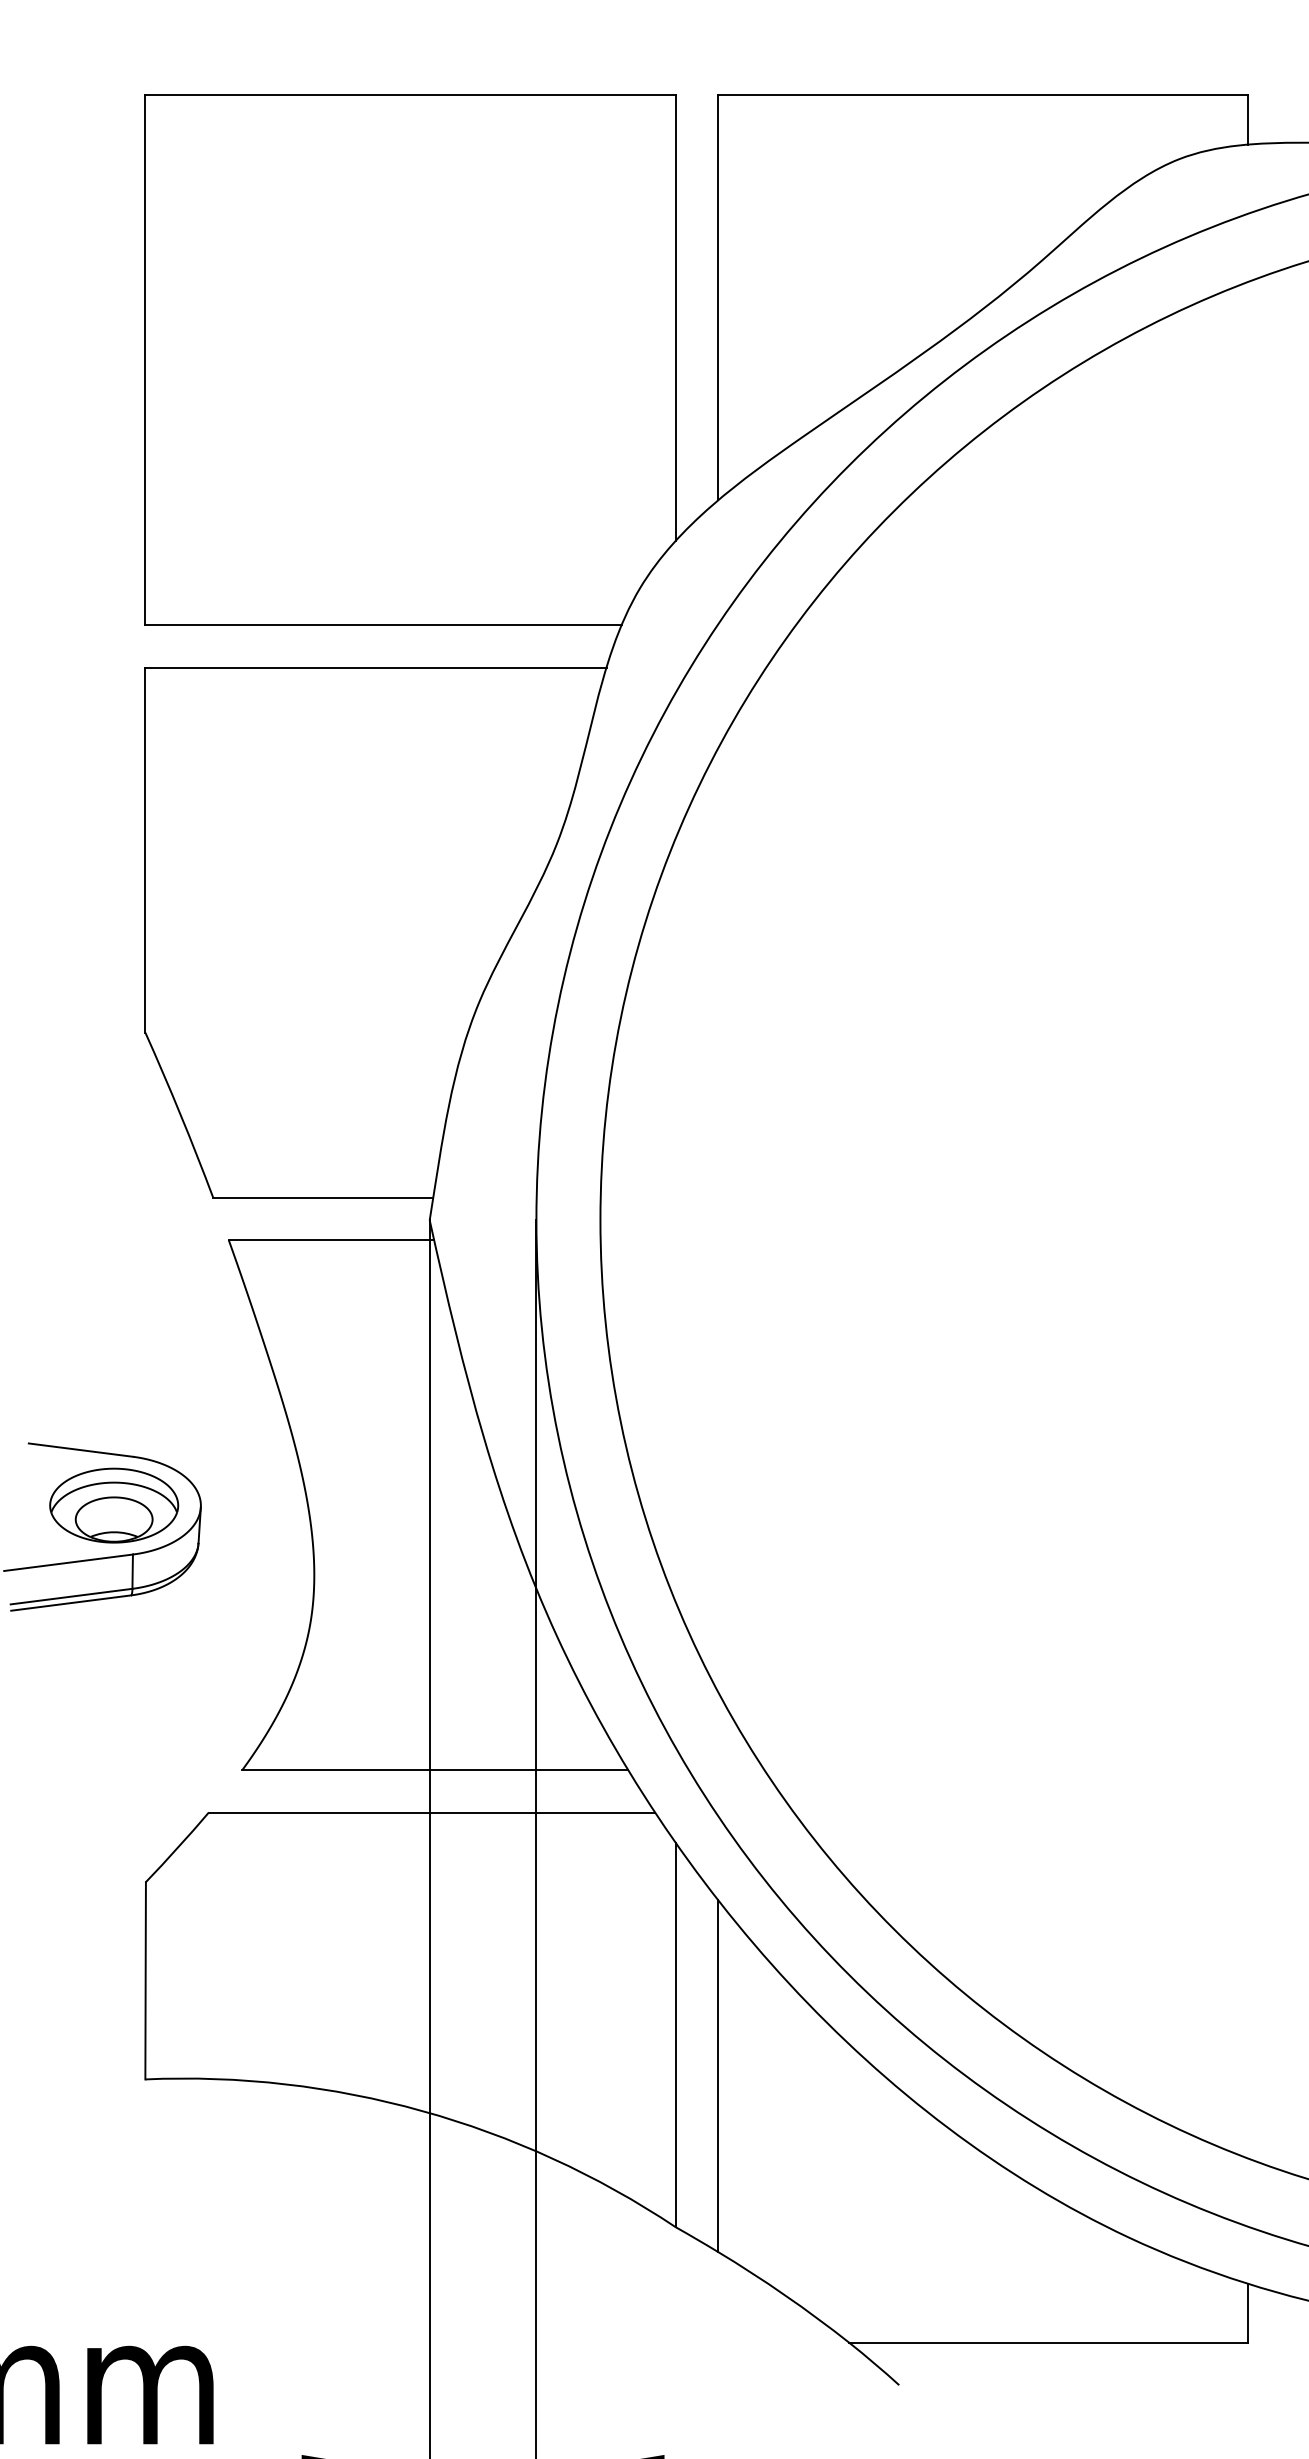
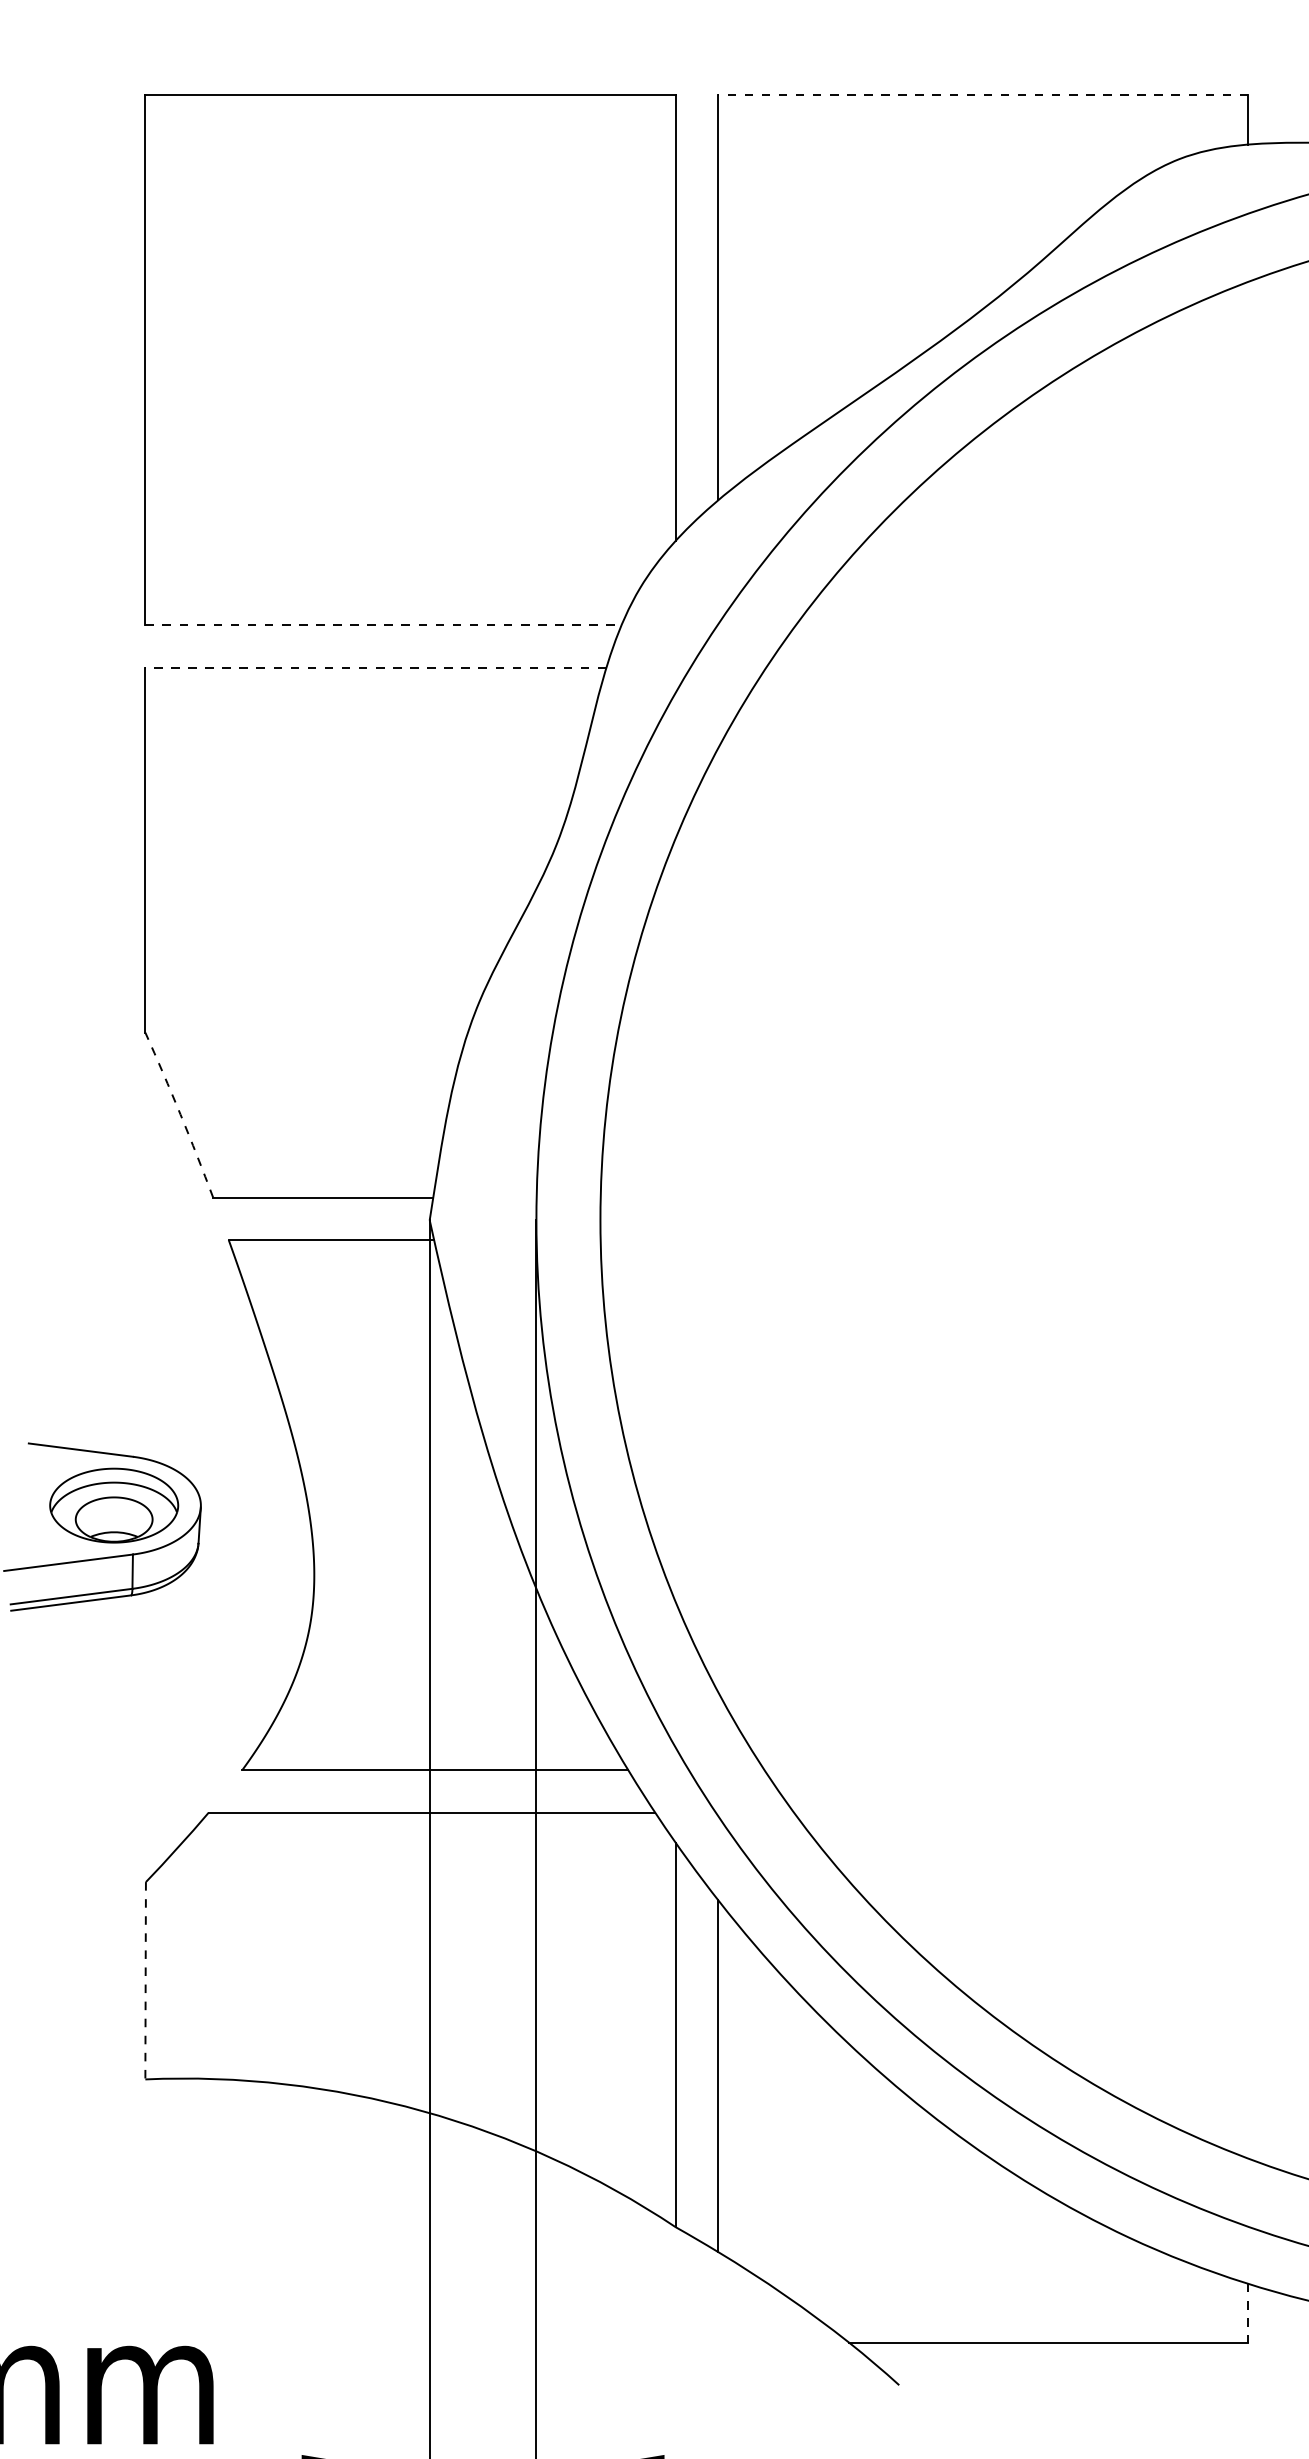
line at (982, 94): solid -> dashed
line at (383, 625): solid -> dashed
line at (375, 667): solid -> dashed
arc at (180, 1114): solid -> dashed
line at (145, 1980): solid -> dashed
line at (1248, 2313): solid -> dashed
